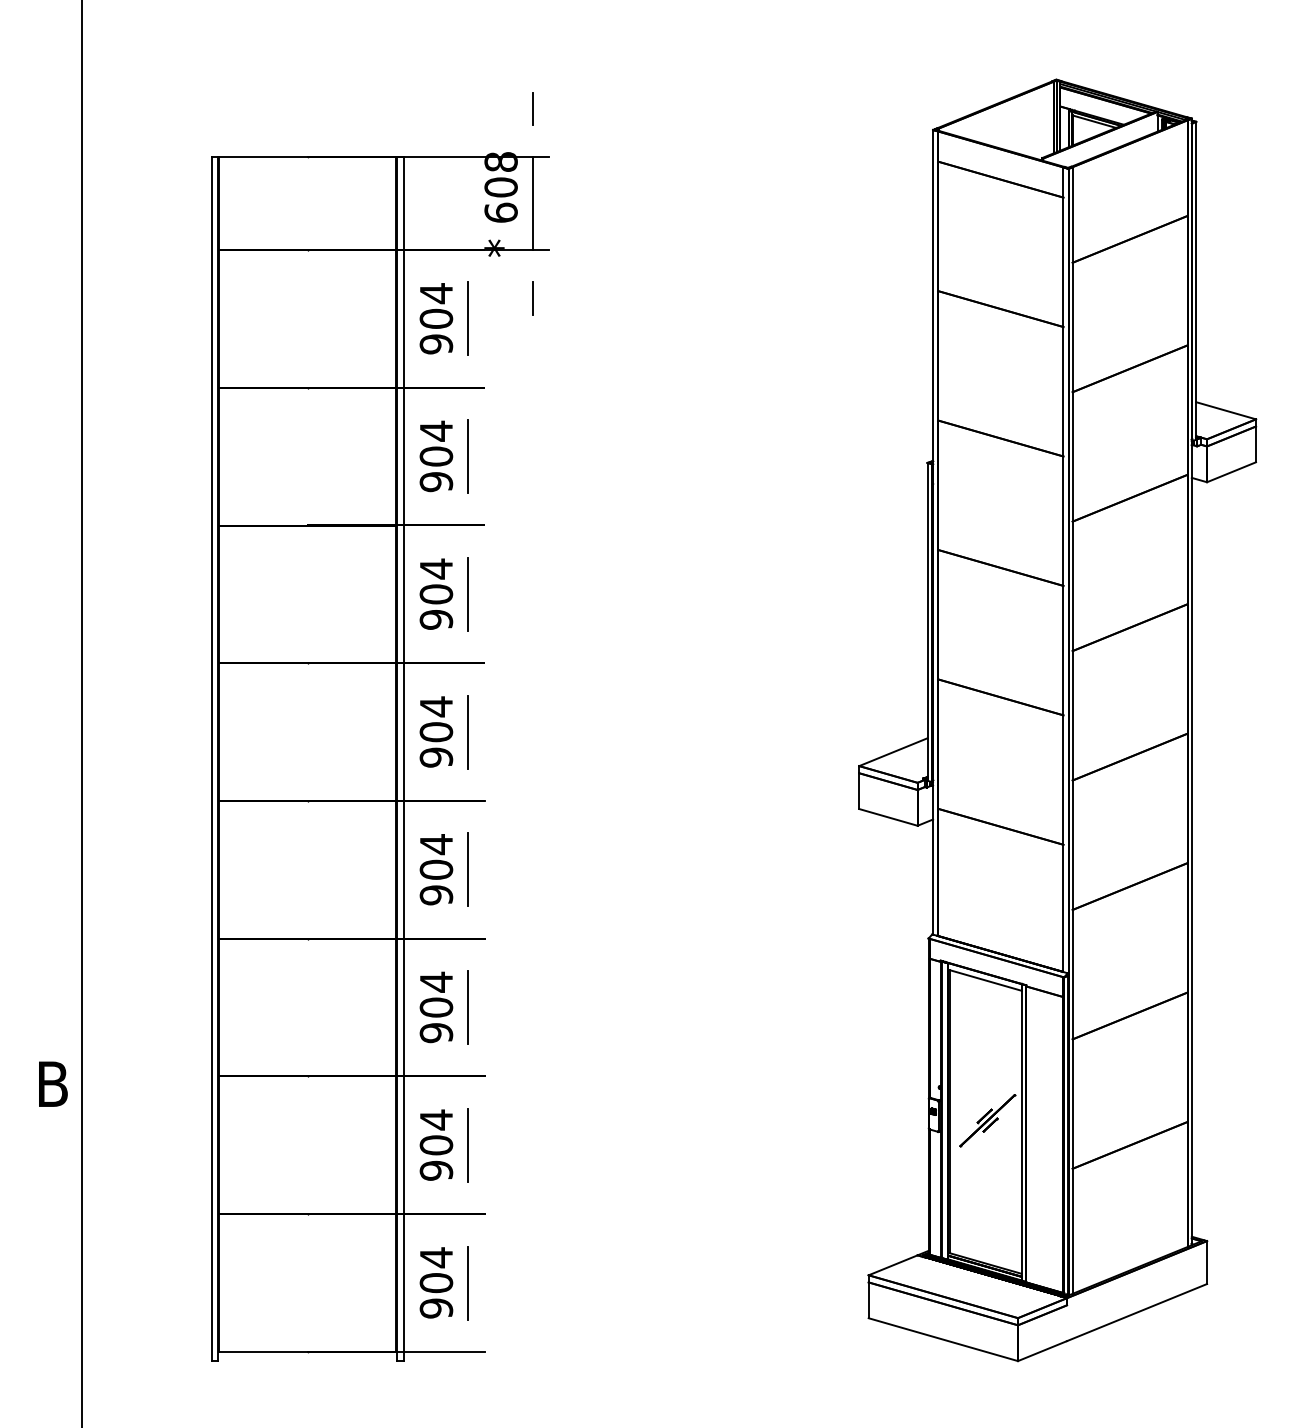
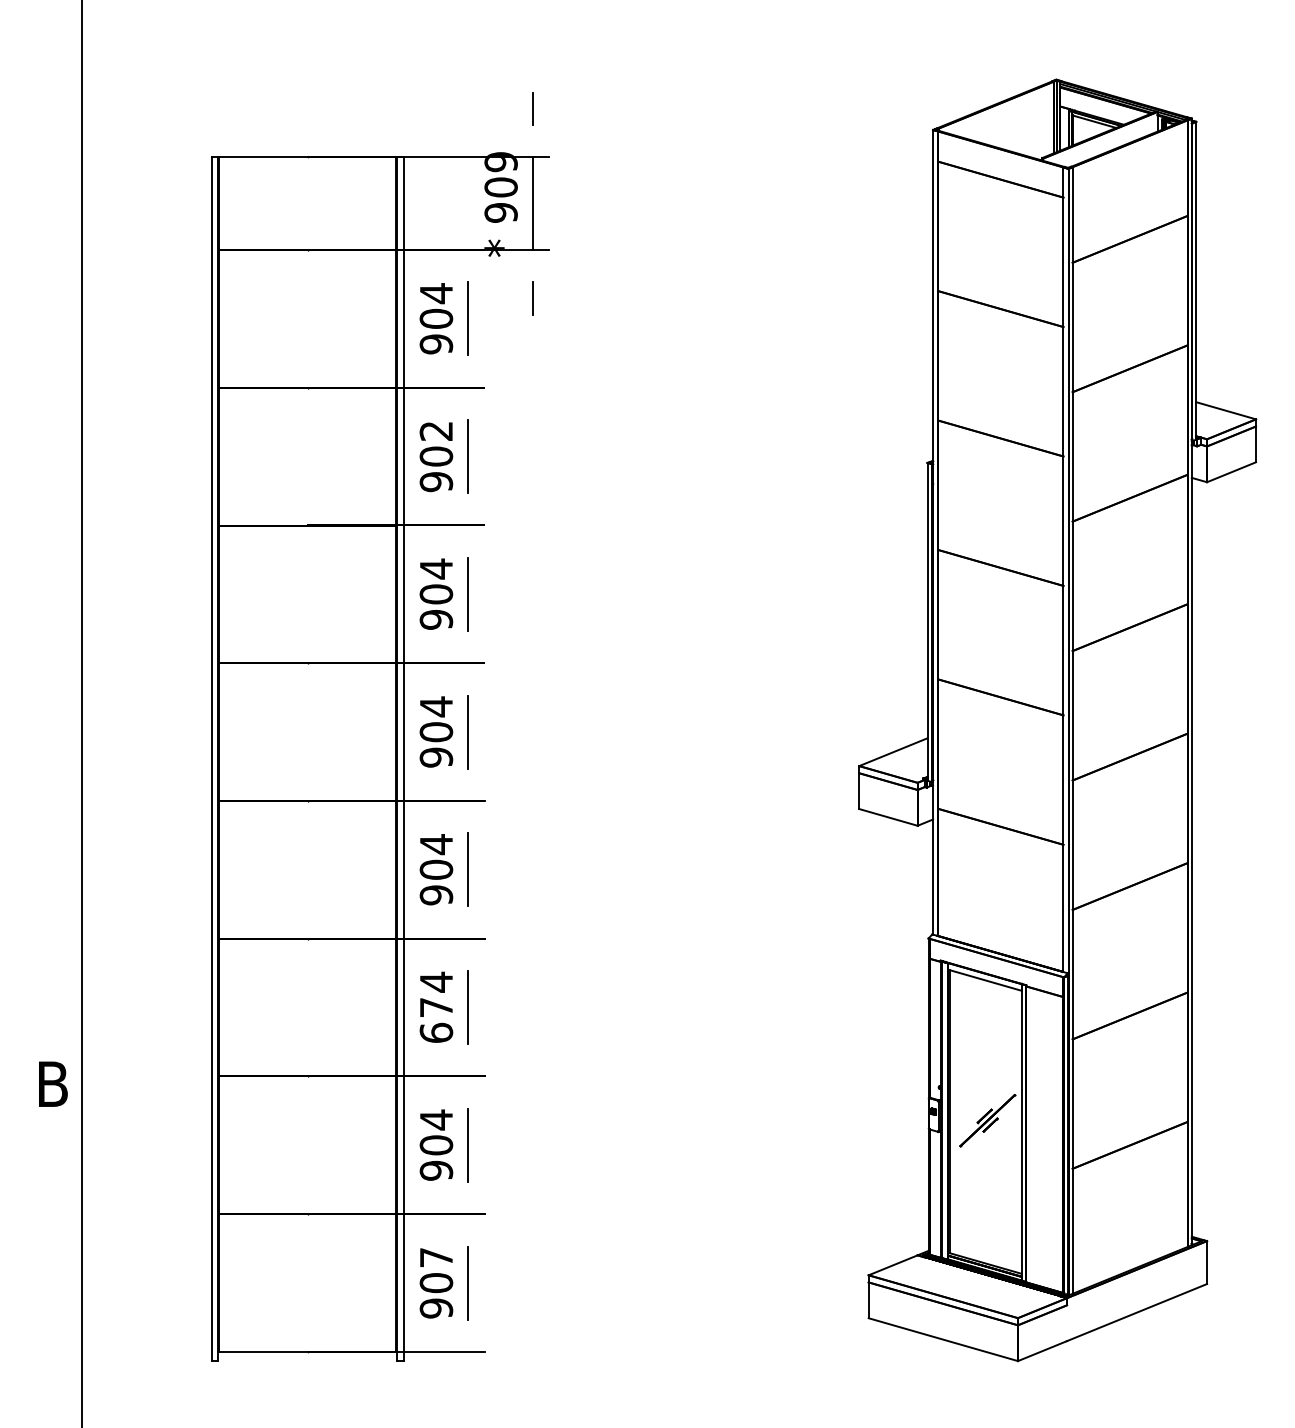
text at (500, 187): 608 -> 909
text at (435, 430): 904 -> 902
text at (436, 1020): 904 -> 674
text at (436, 1257): 904 -> 907
